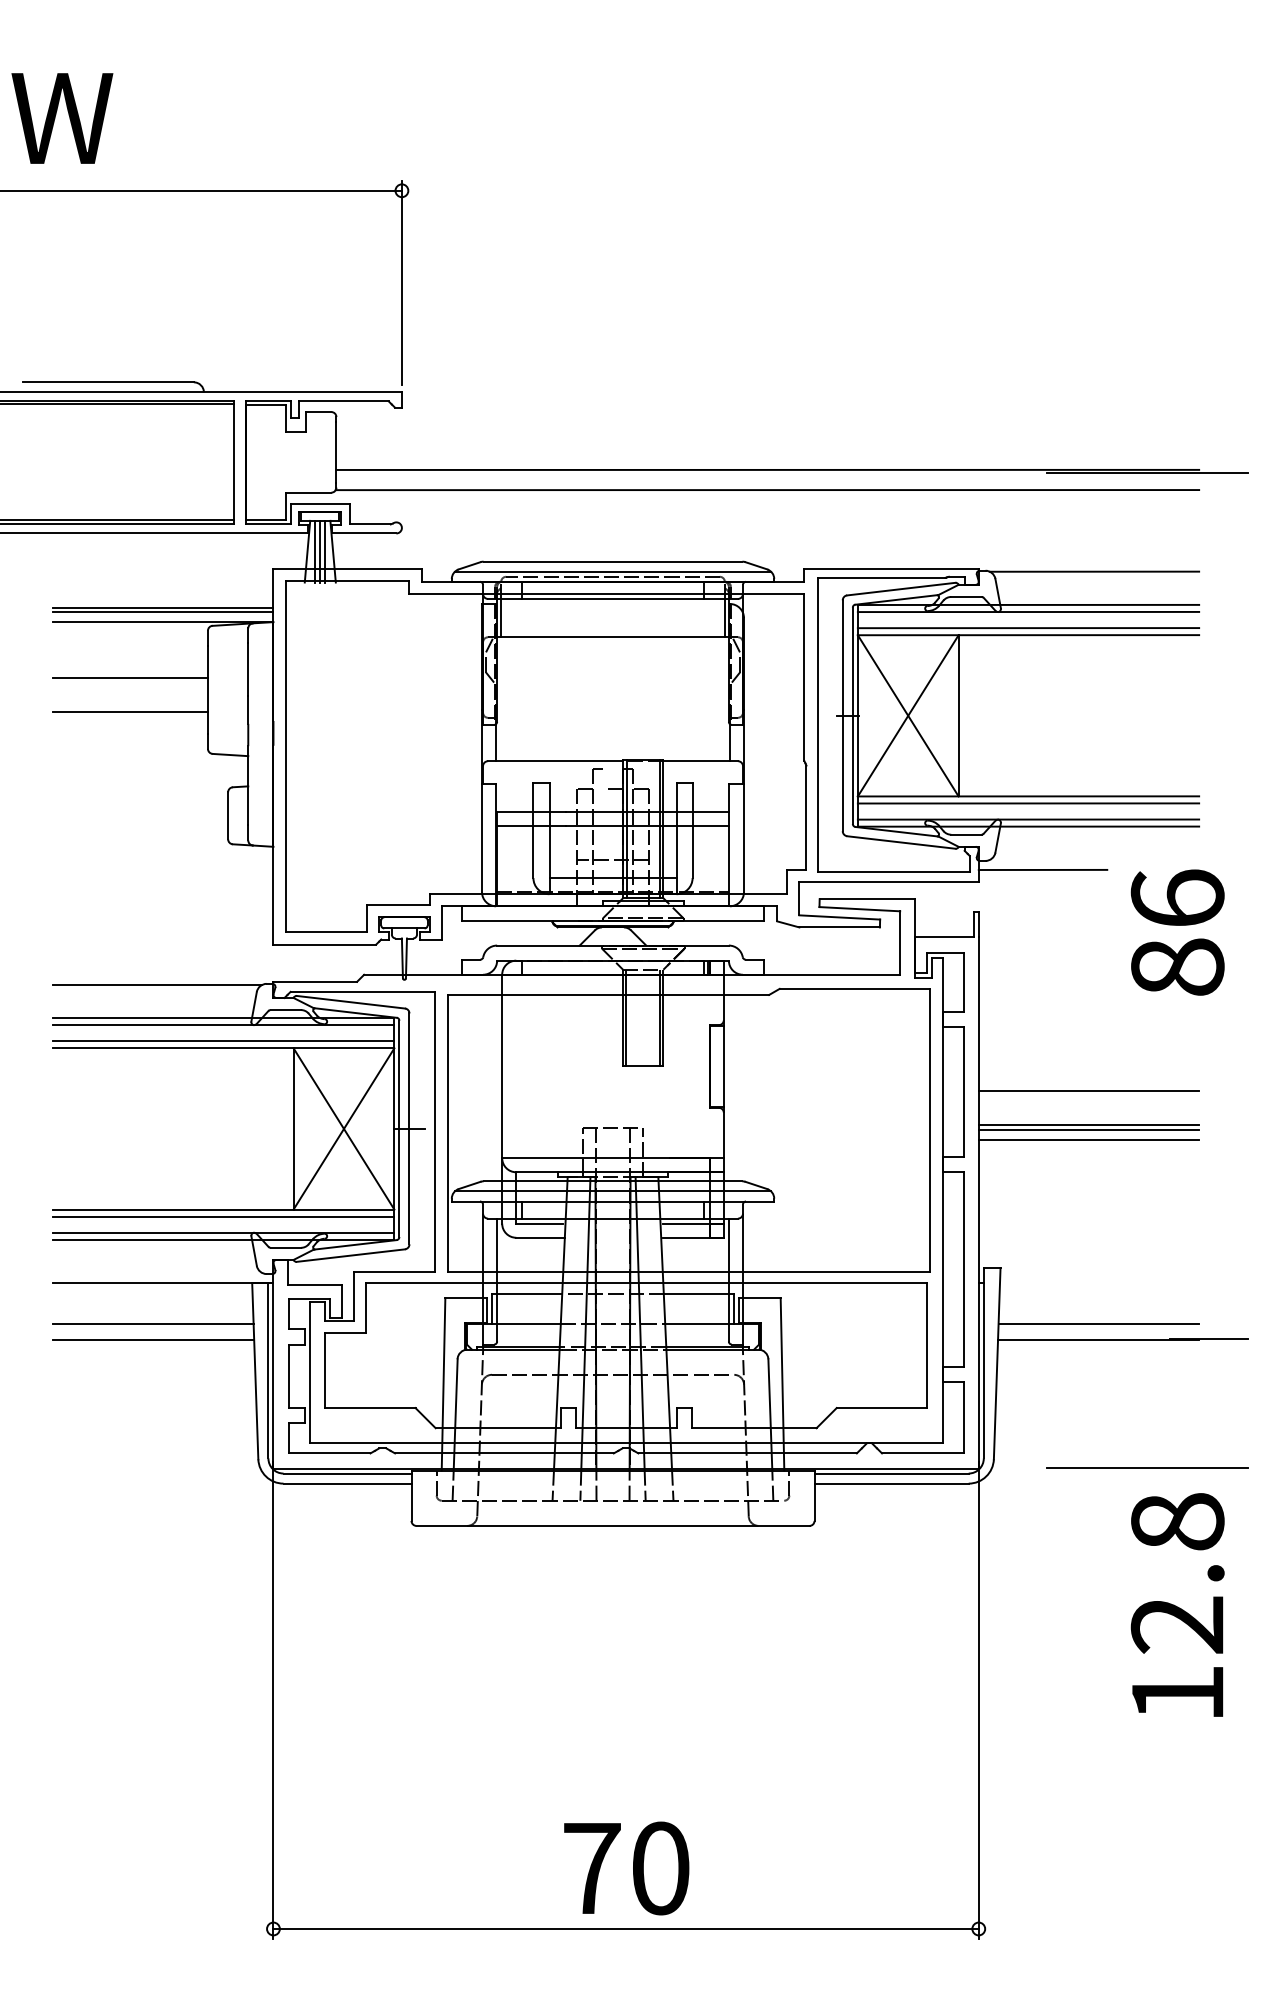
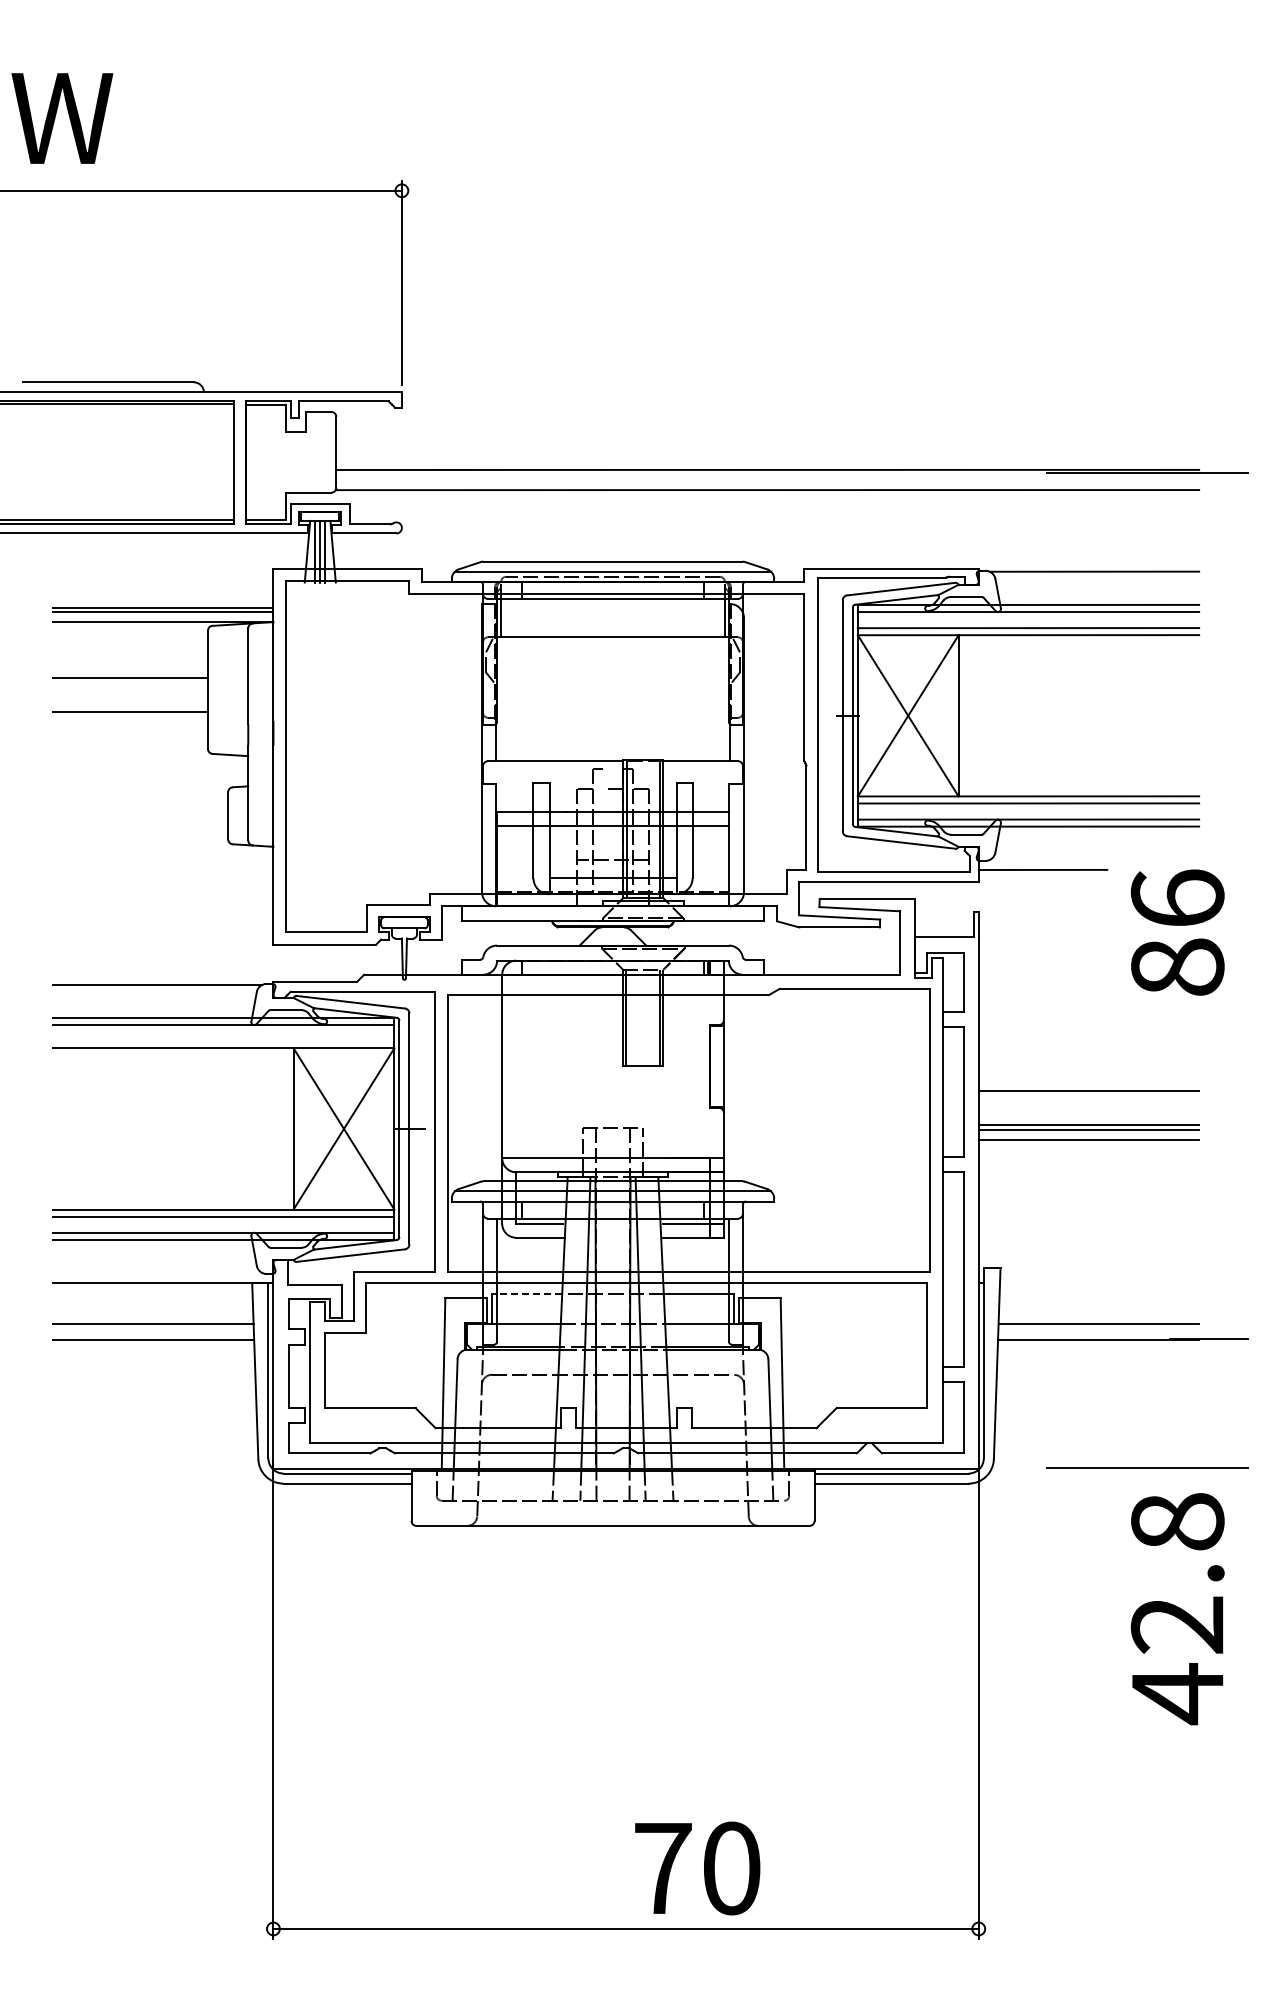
line at (223, 1041): present -> none
line at (526, 1294): solid -> dashed
text at (1177, 1694): 12.8 -> 42.8
text at (626, 1868) position: (626, 1868) -> (697, 1868)
